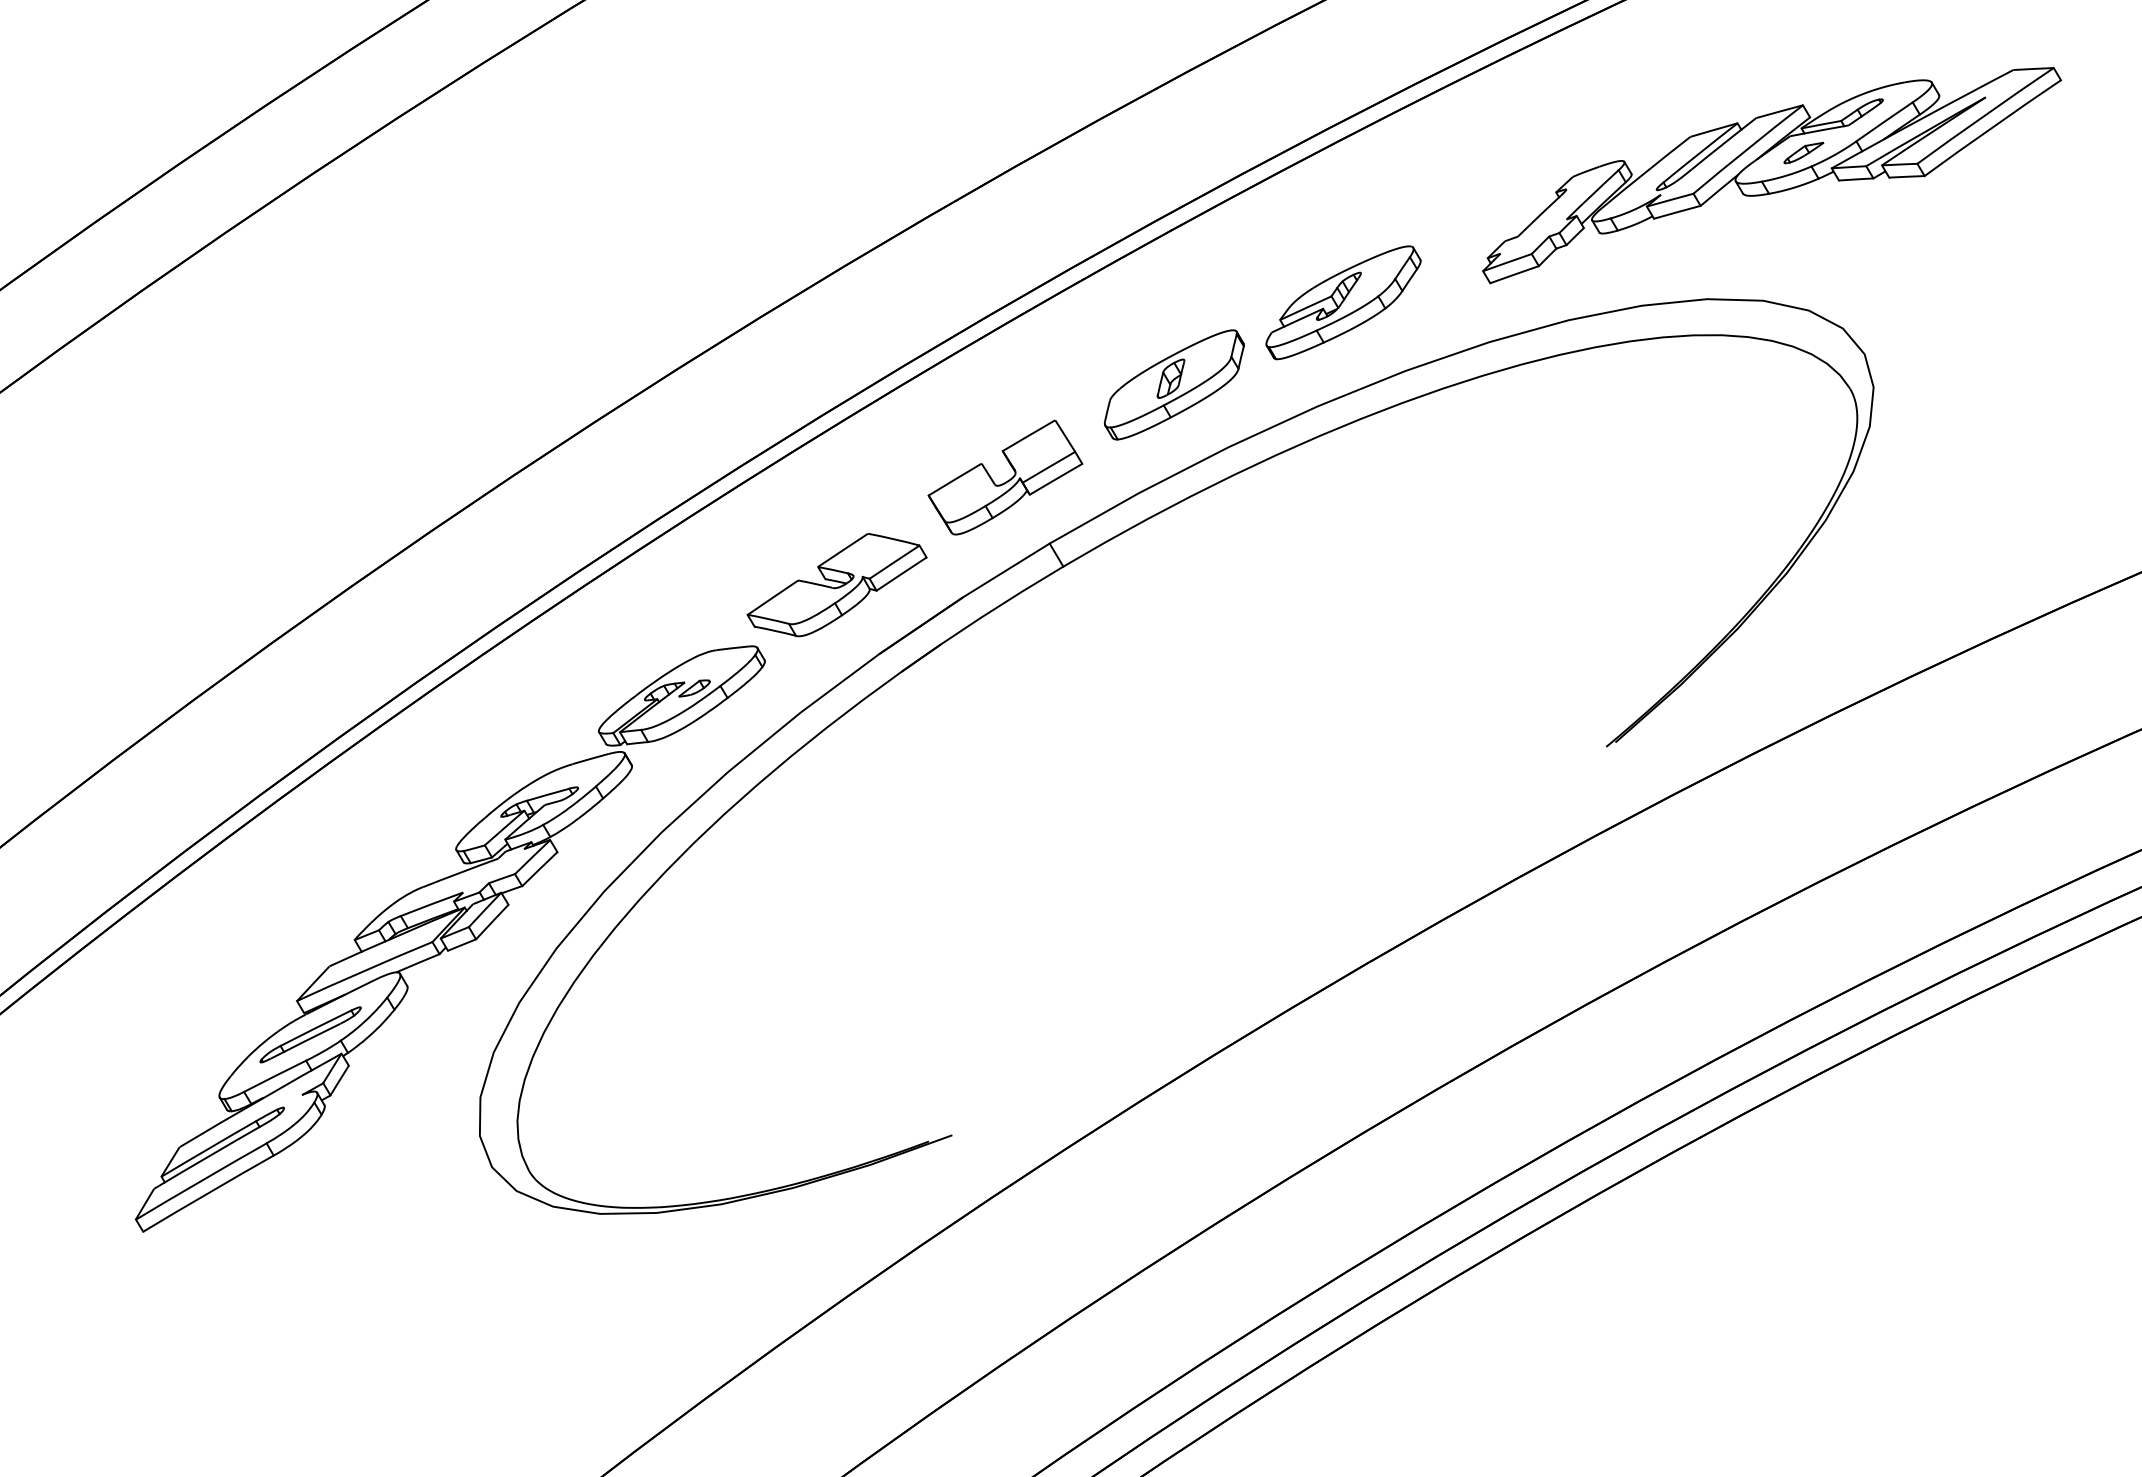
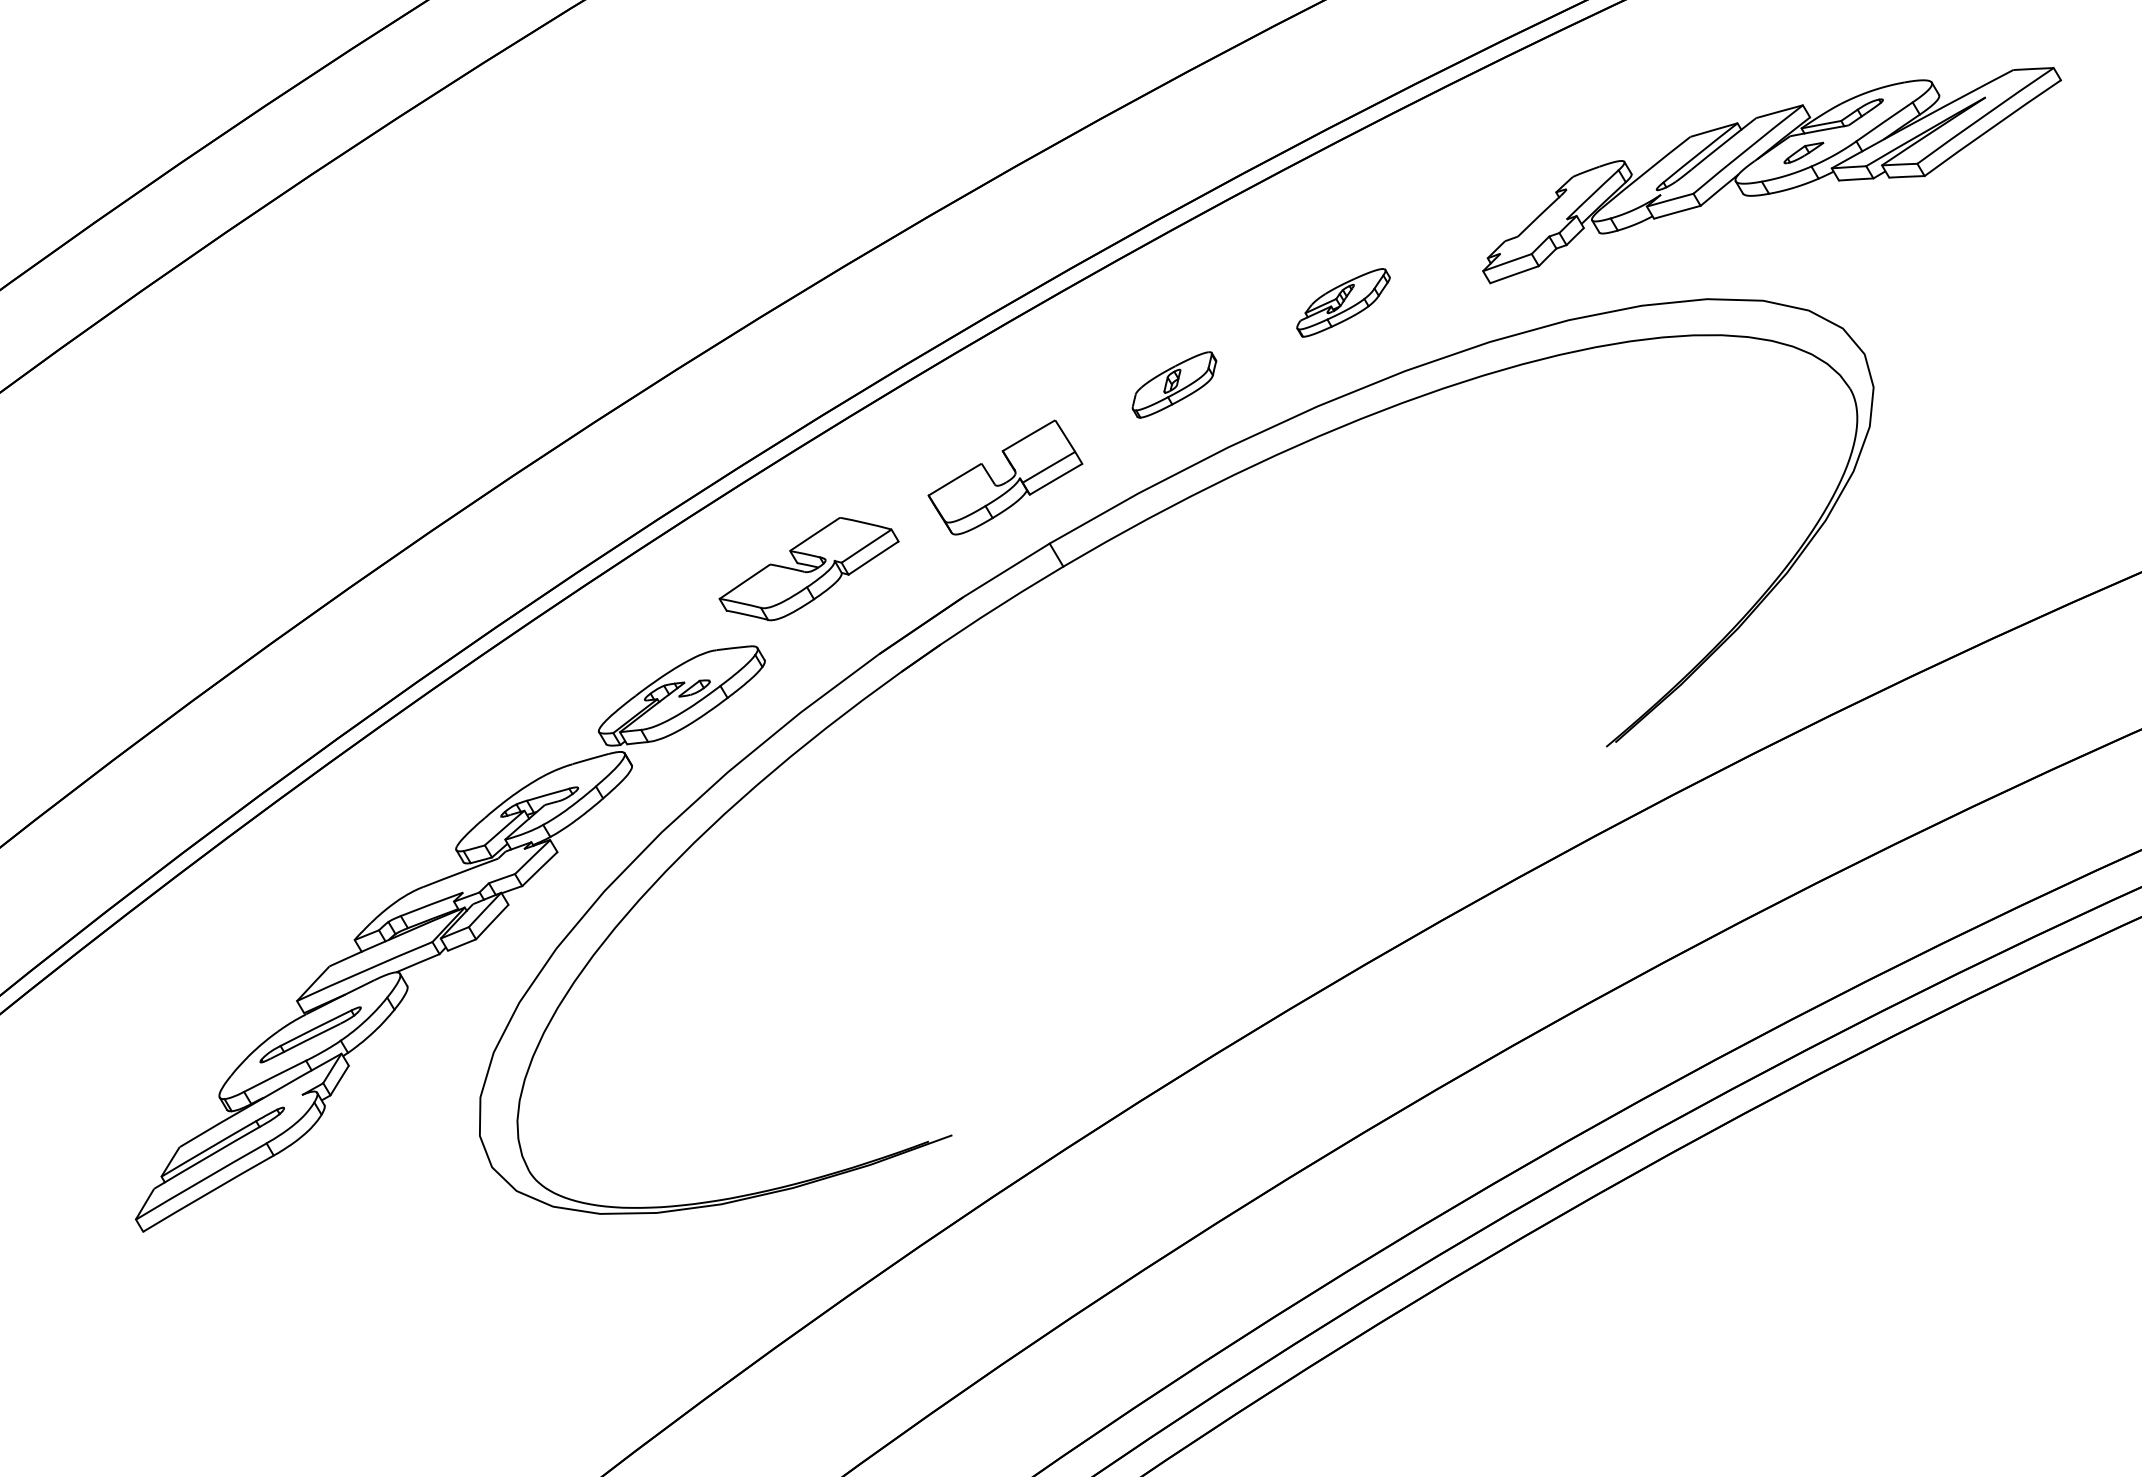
part at (1343, 302) size: 157x116 px -> 95x70 px
part at (1174, 384) size: 141x112 px -> 87x68 px
part at (836, 585) position: (836, 585) -> (808, 569)
